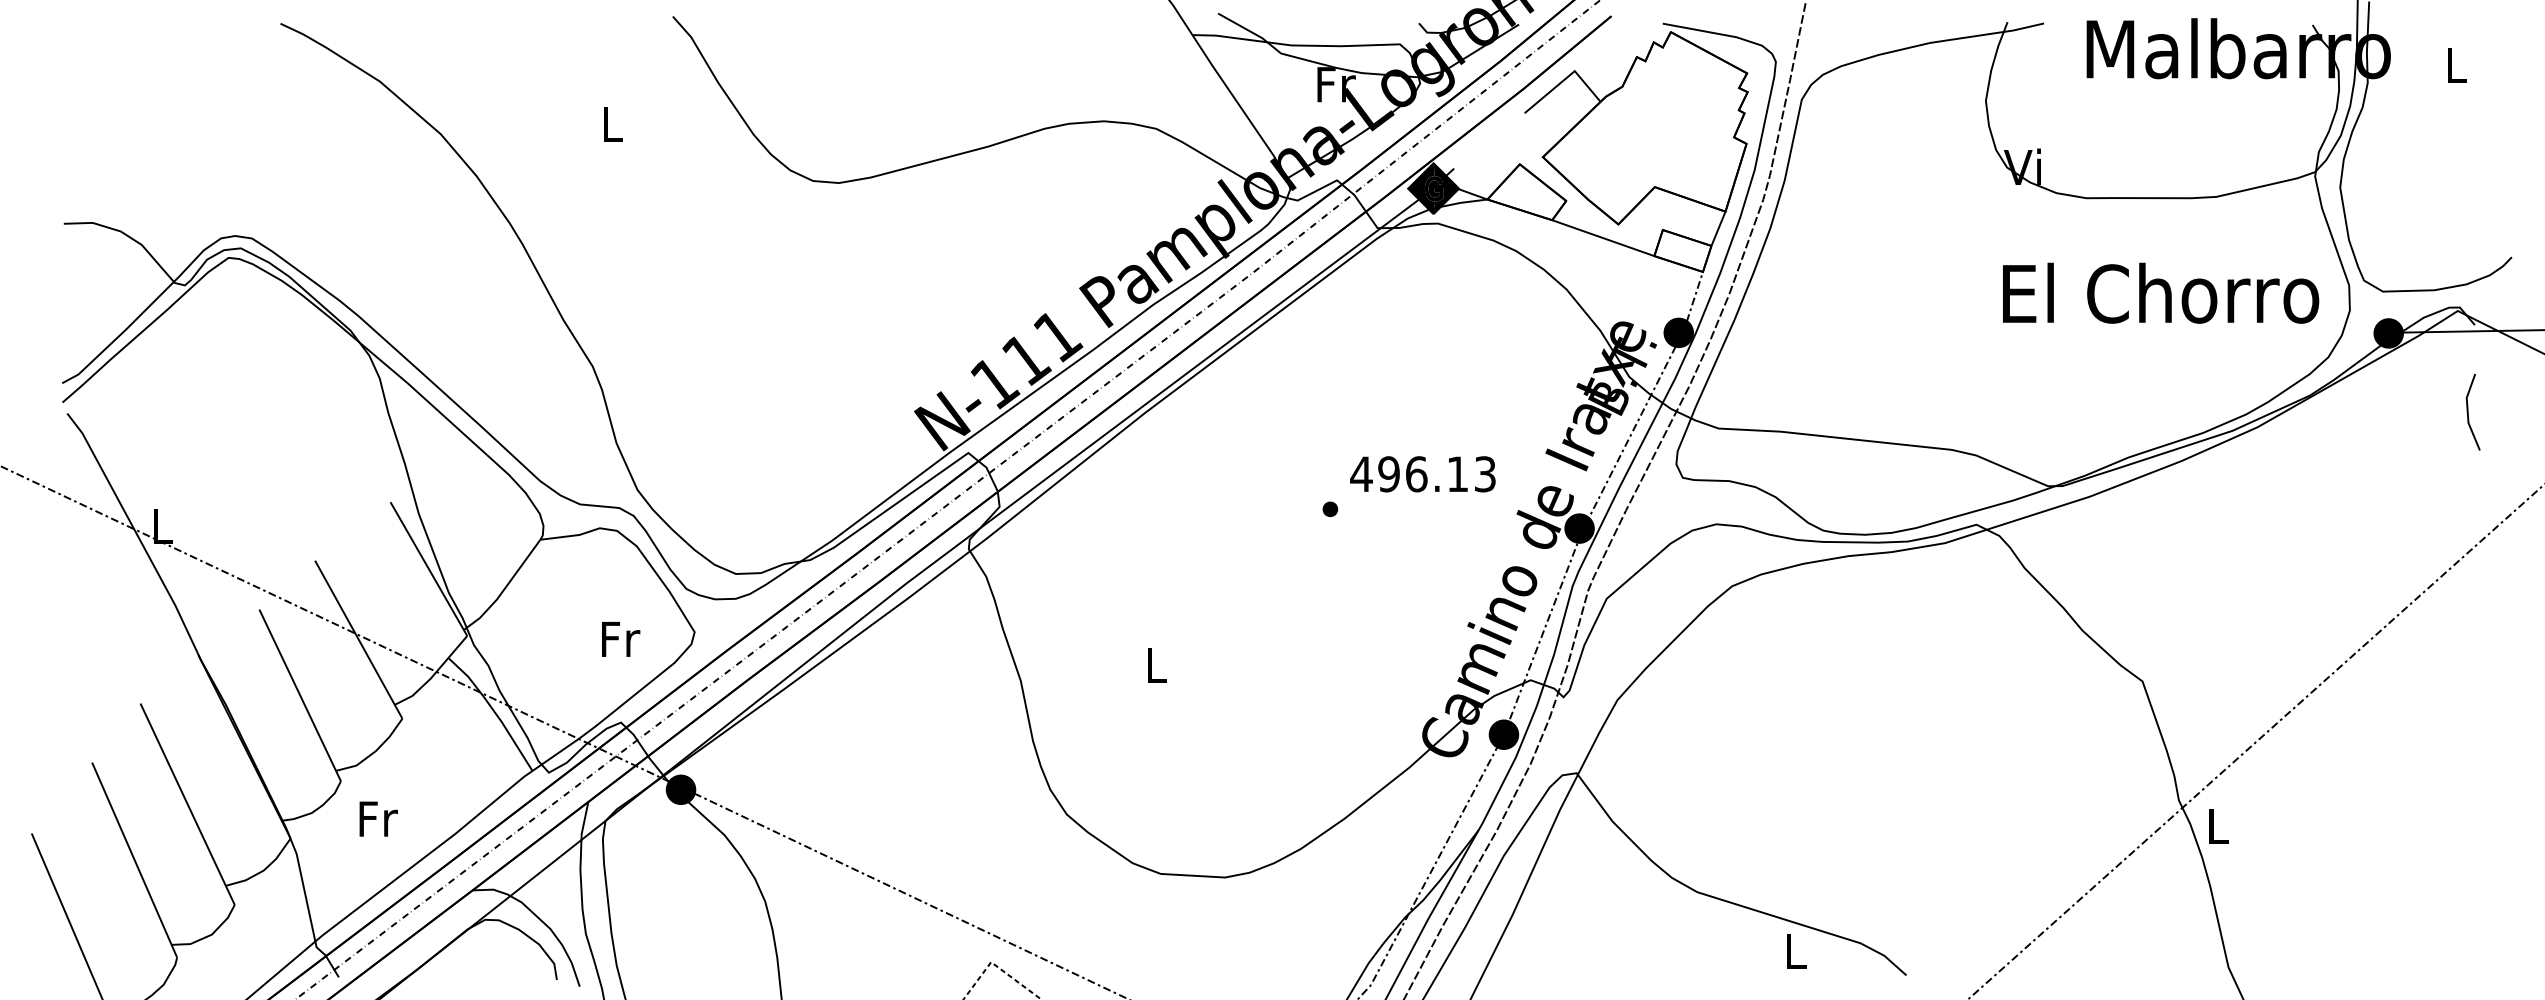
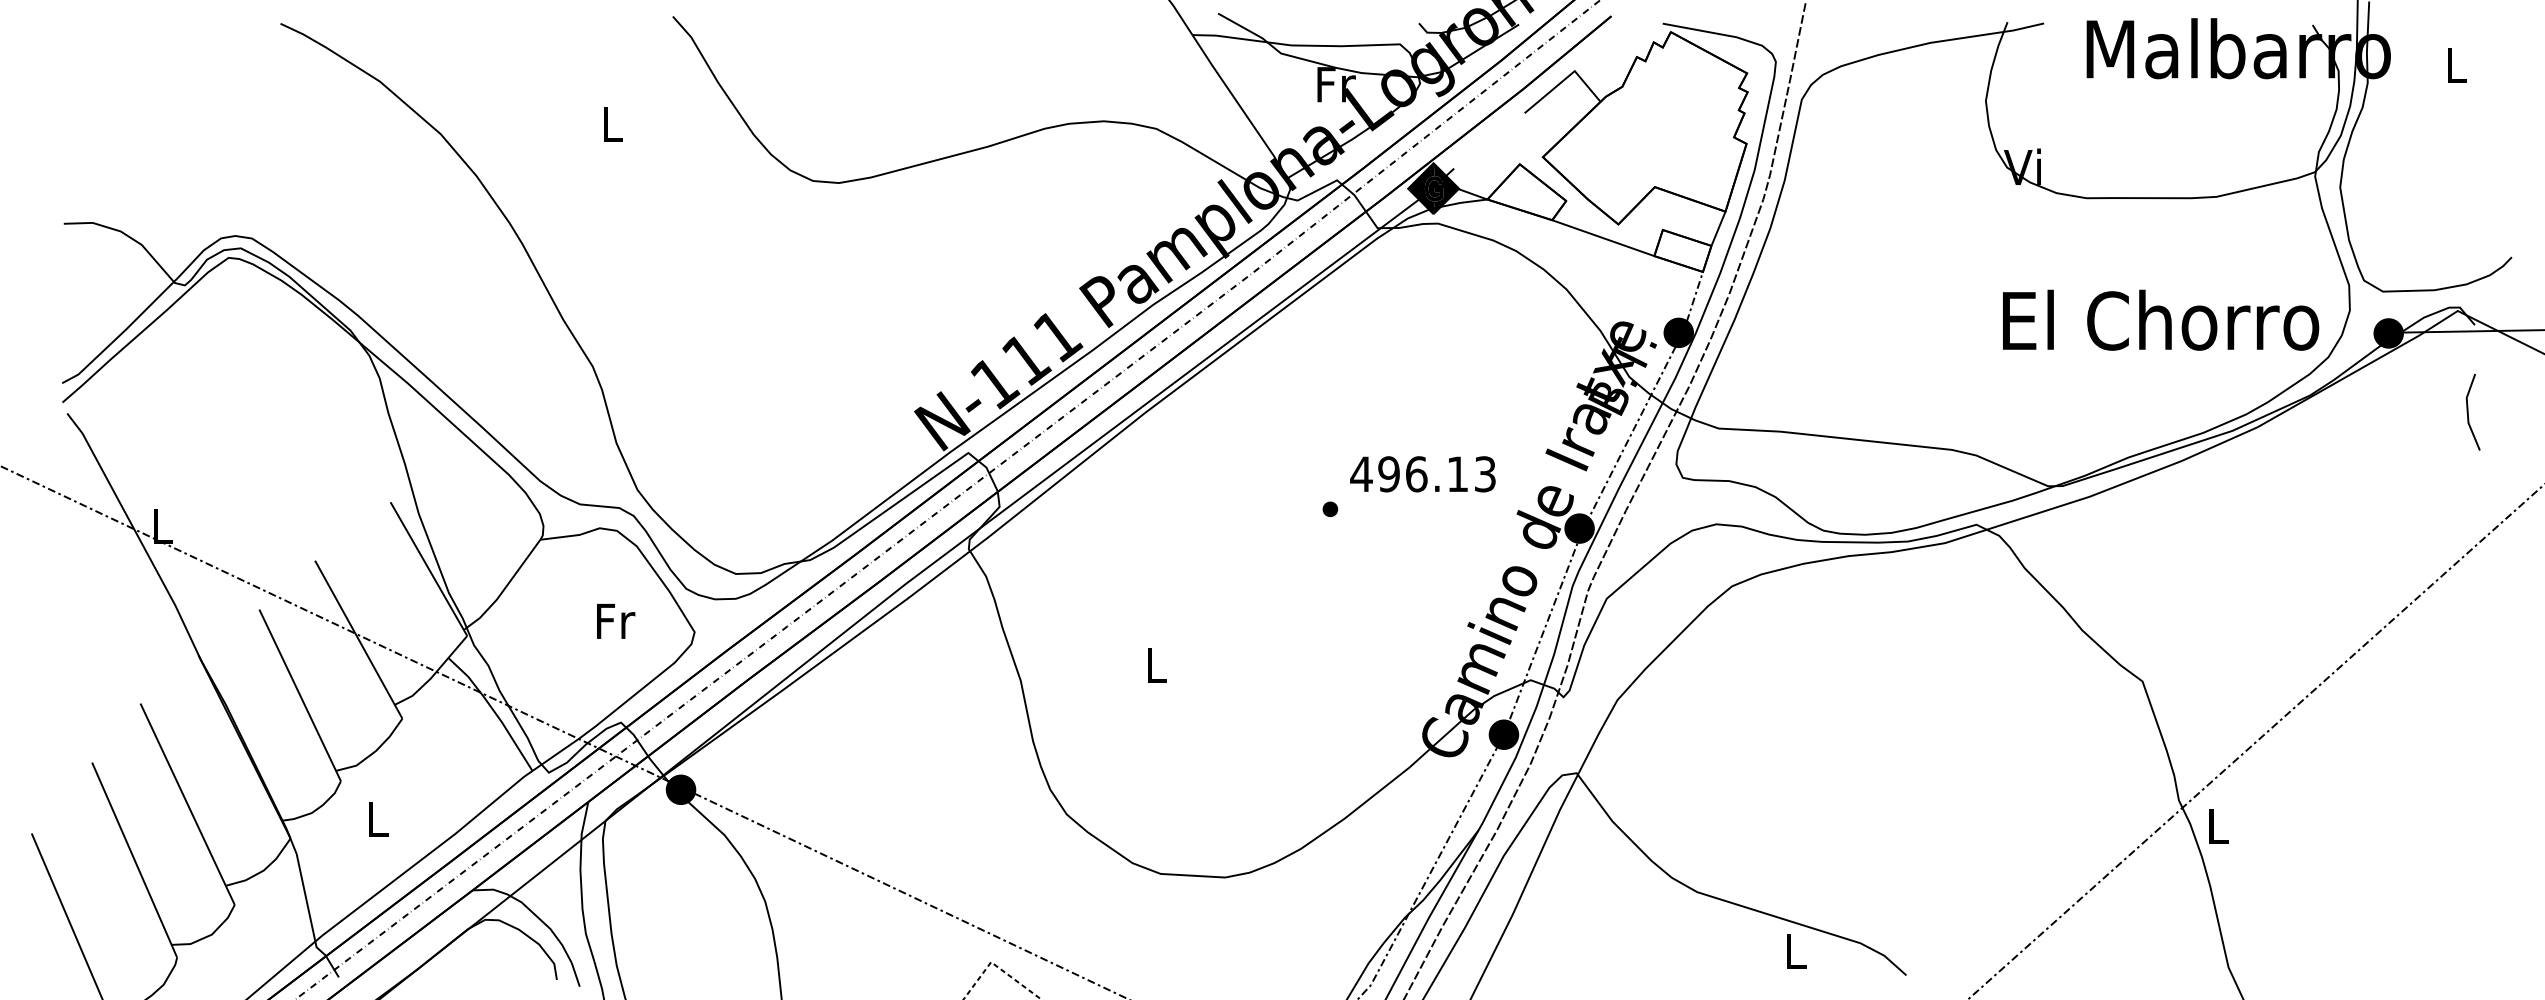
text at (2161, 292) position: (2161, 292) -> (2161, 319)
text at (621, 639) position: (621, 639) -> (616, 621)
text at (378, 818): Fr -> L
